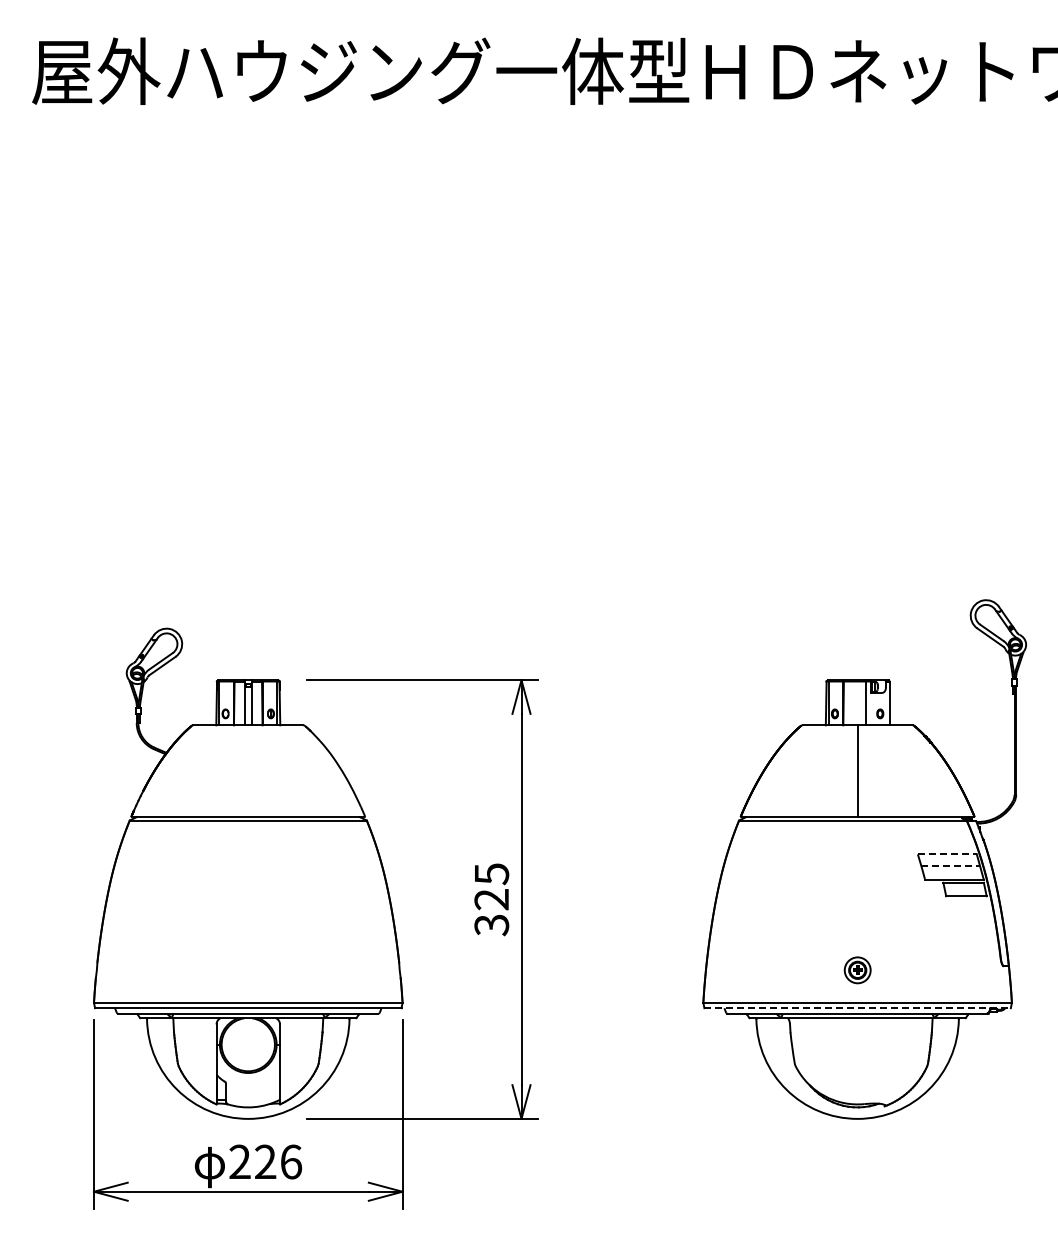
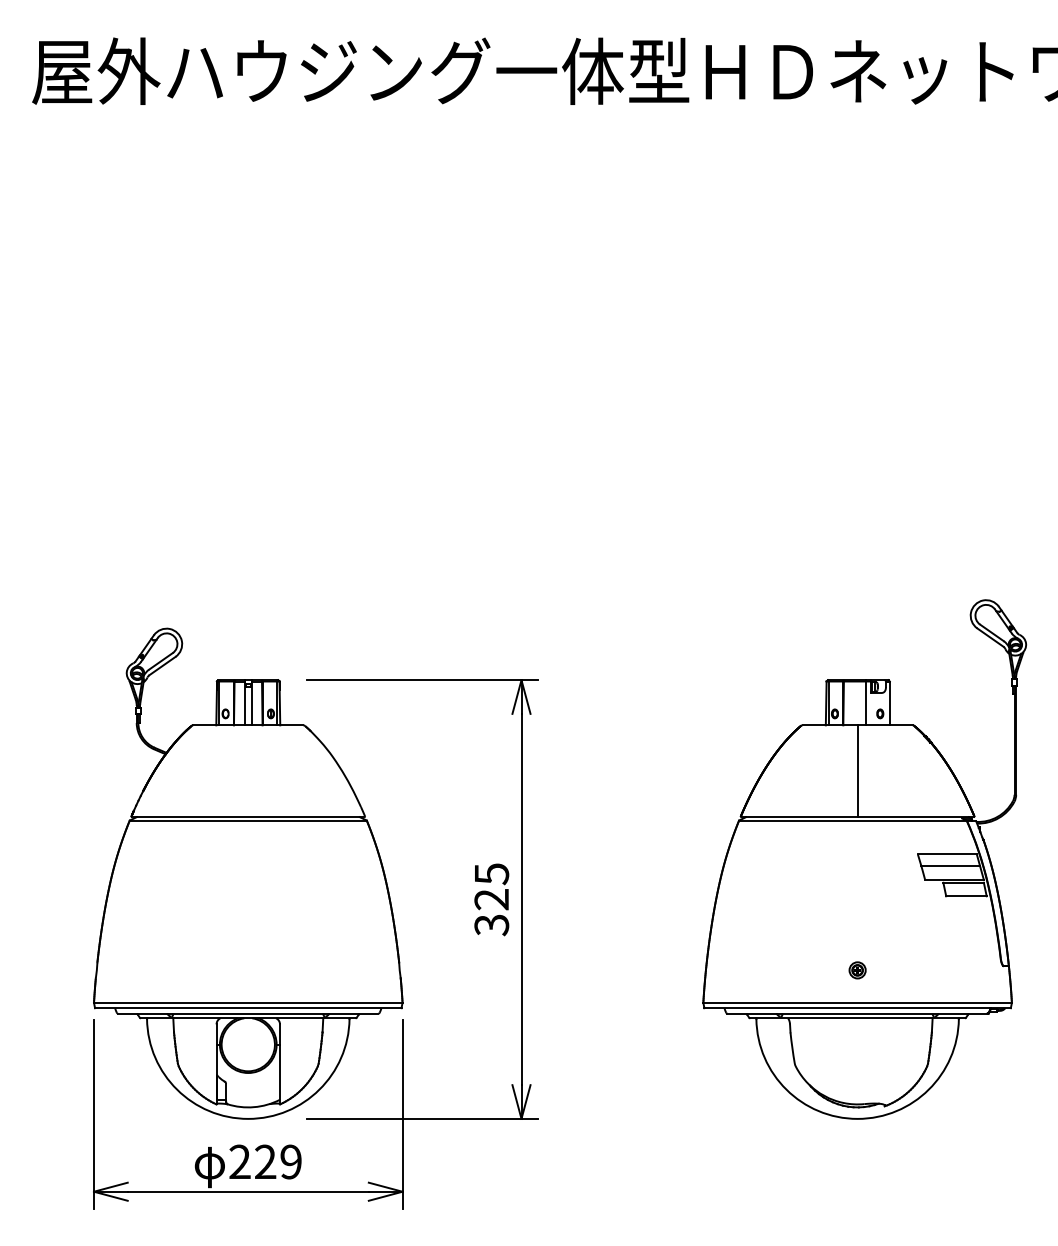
line at (947, 854): dashed -> solid
line at (951, 865): dashed -> solid
part at (857, 970) size: 29x29 px -> 19x19 px
line at (858, 1008): dashed -> solid
text at (291, 1161): 226 -> 229
